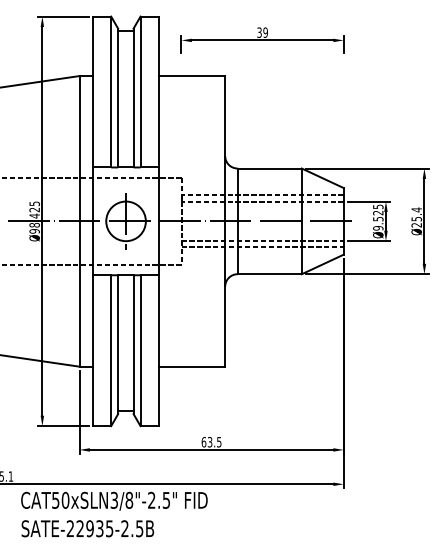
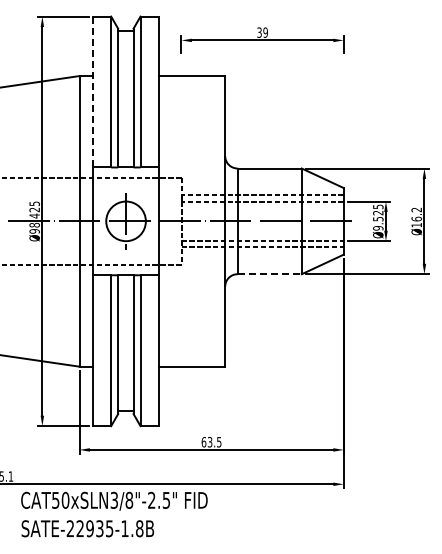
line at (92, 92): solid -> dashed
text at (416, 217): Ø25.4 -> Ø16.2
line at (270, 274): solid -> dashed
text at (132, 528): SATE-22935-2.5B -> SATE-22935-1.8B
